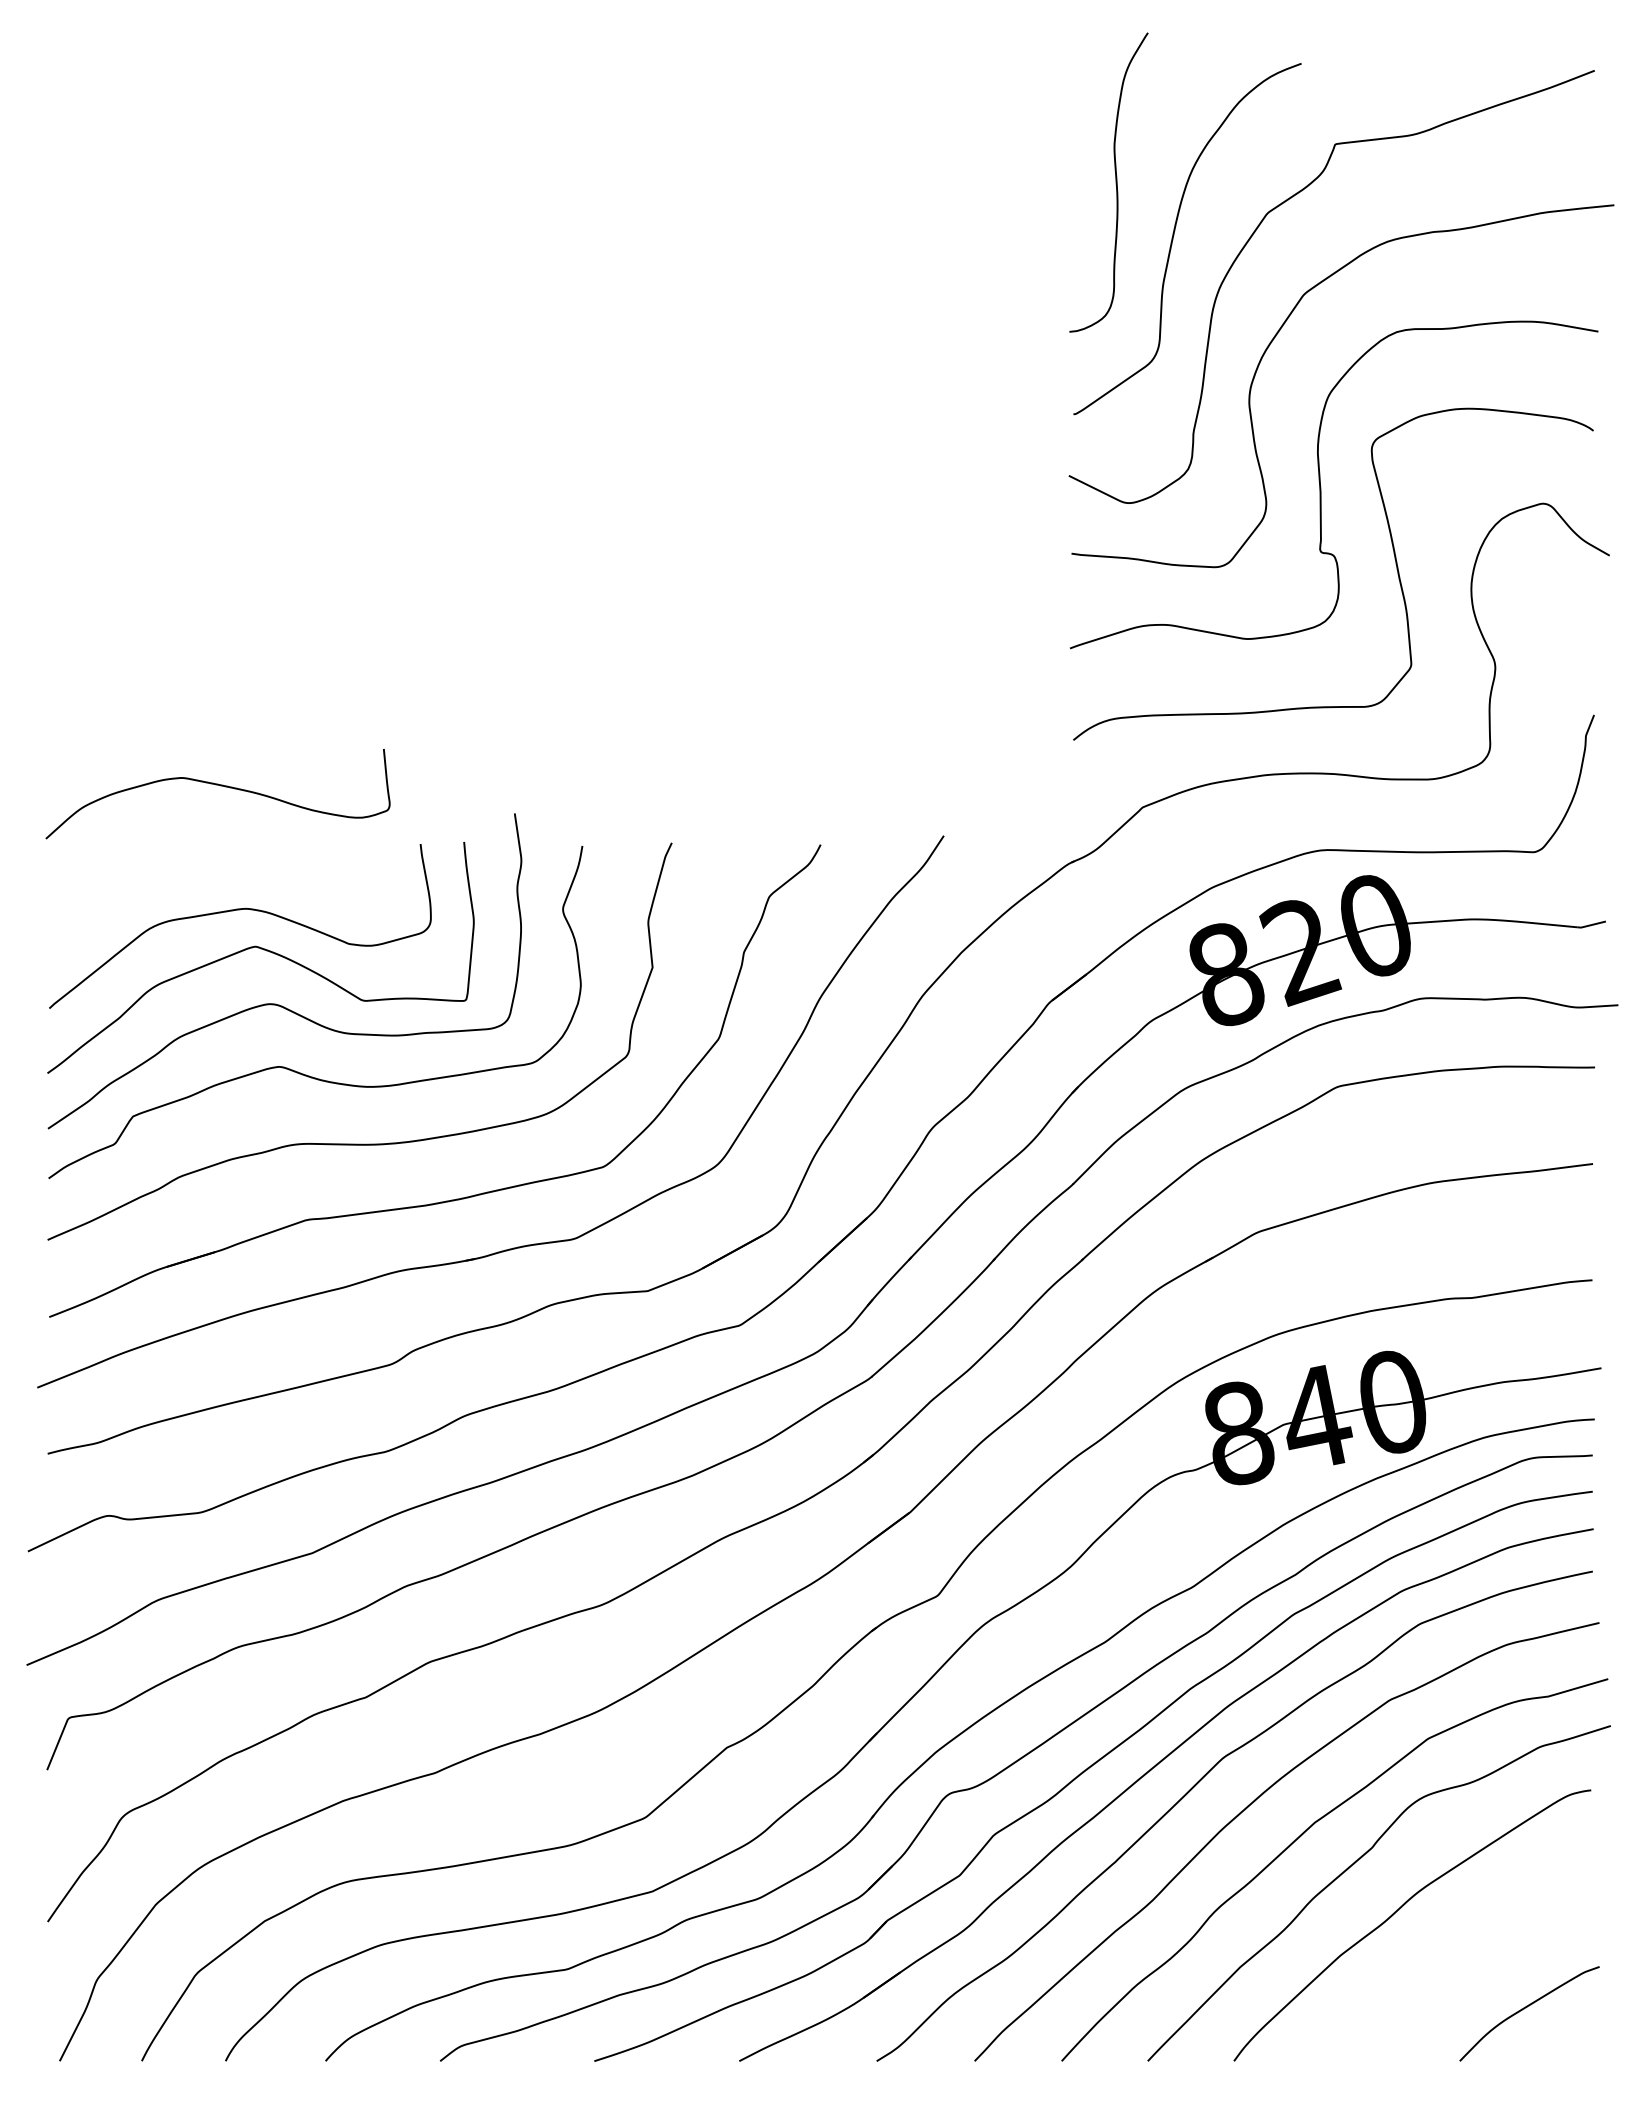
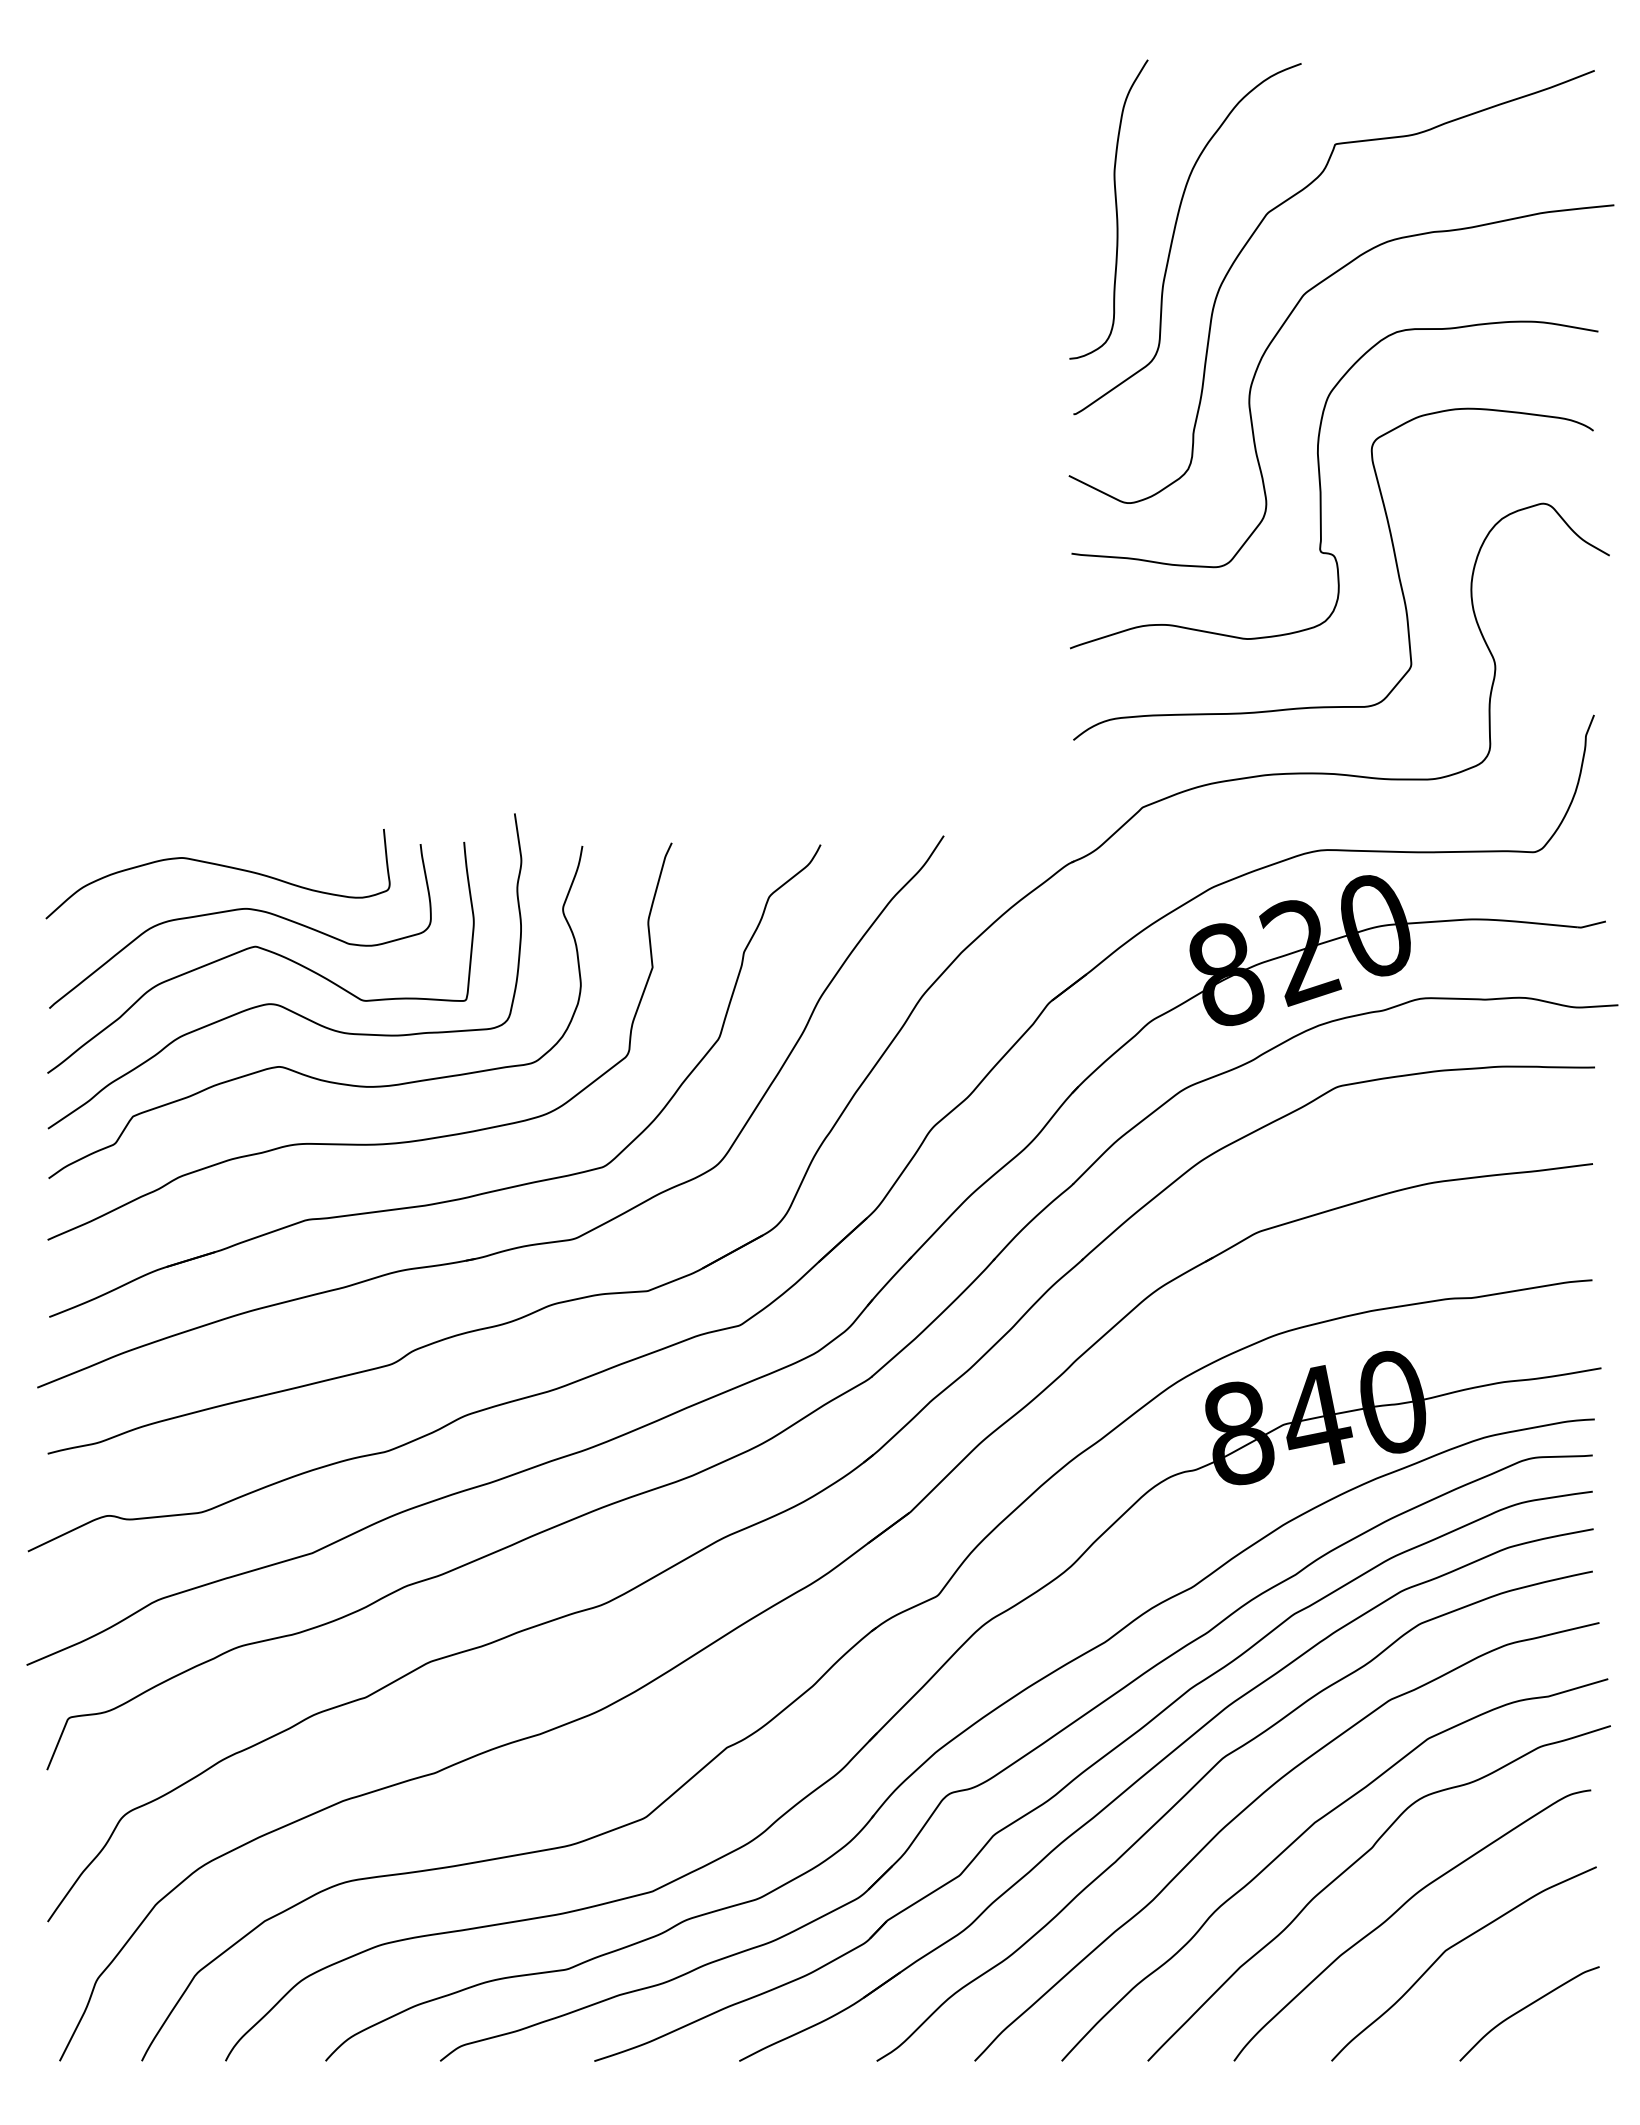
curve at (1115, 182) position: (1115, 182) -> (1115, 209)
curve at (220, 786) position: (220, 786) -> (220, 866)
curve at (1451, 1948): none -> present
